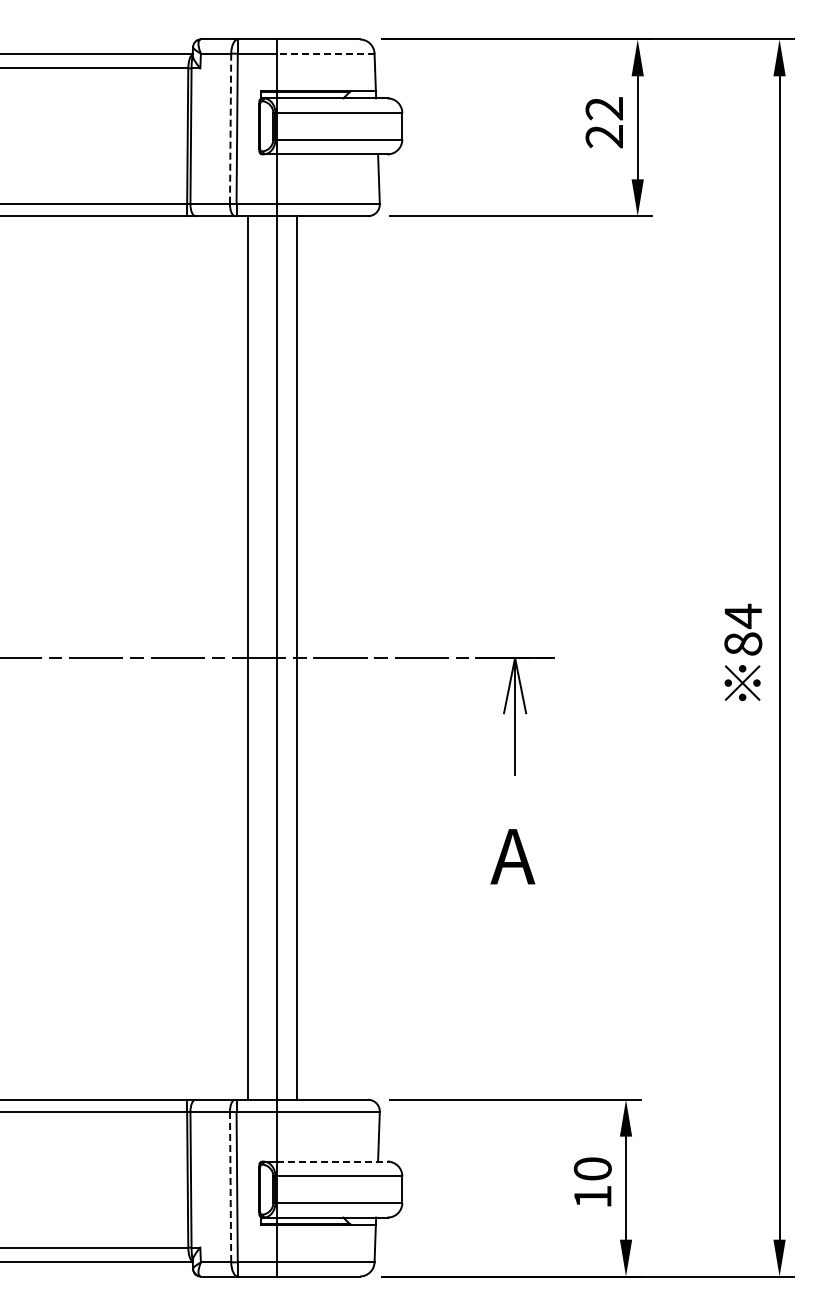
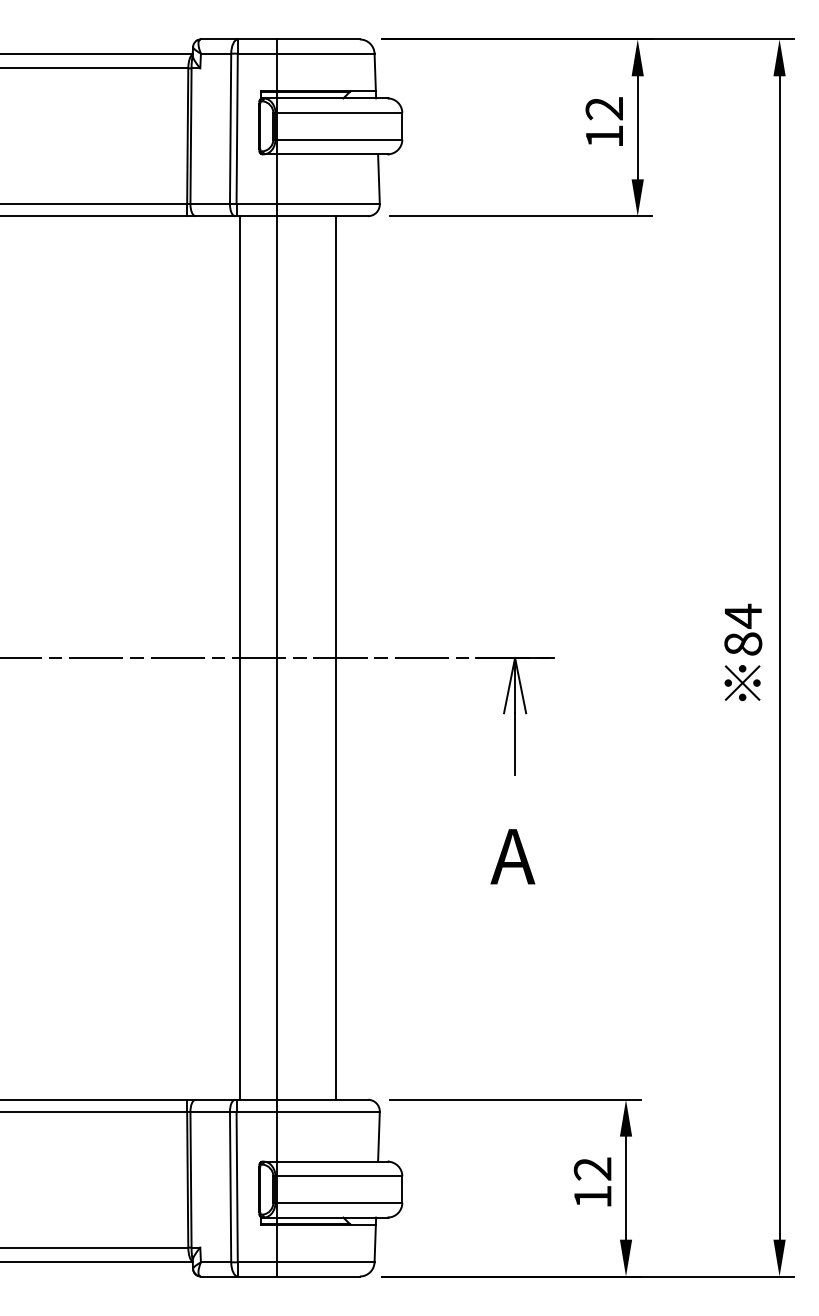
line at (325, 53): dashed -> solid
line at (230, 129): dashed -> solid
text at (603, 136): 22 -> 12
line at (248, 657) position: (248, 657) -> (240, 657)
line at (297, 657) position: (297, 657) -> (336, 657)
line at (332, 1161): dashed -> solid
text at (592, 1168): 10 -> 12
line at (230, 1187): dashed -> solid
